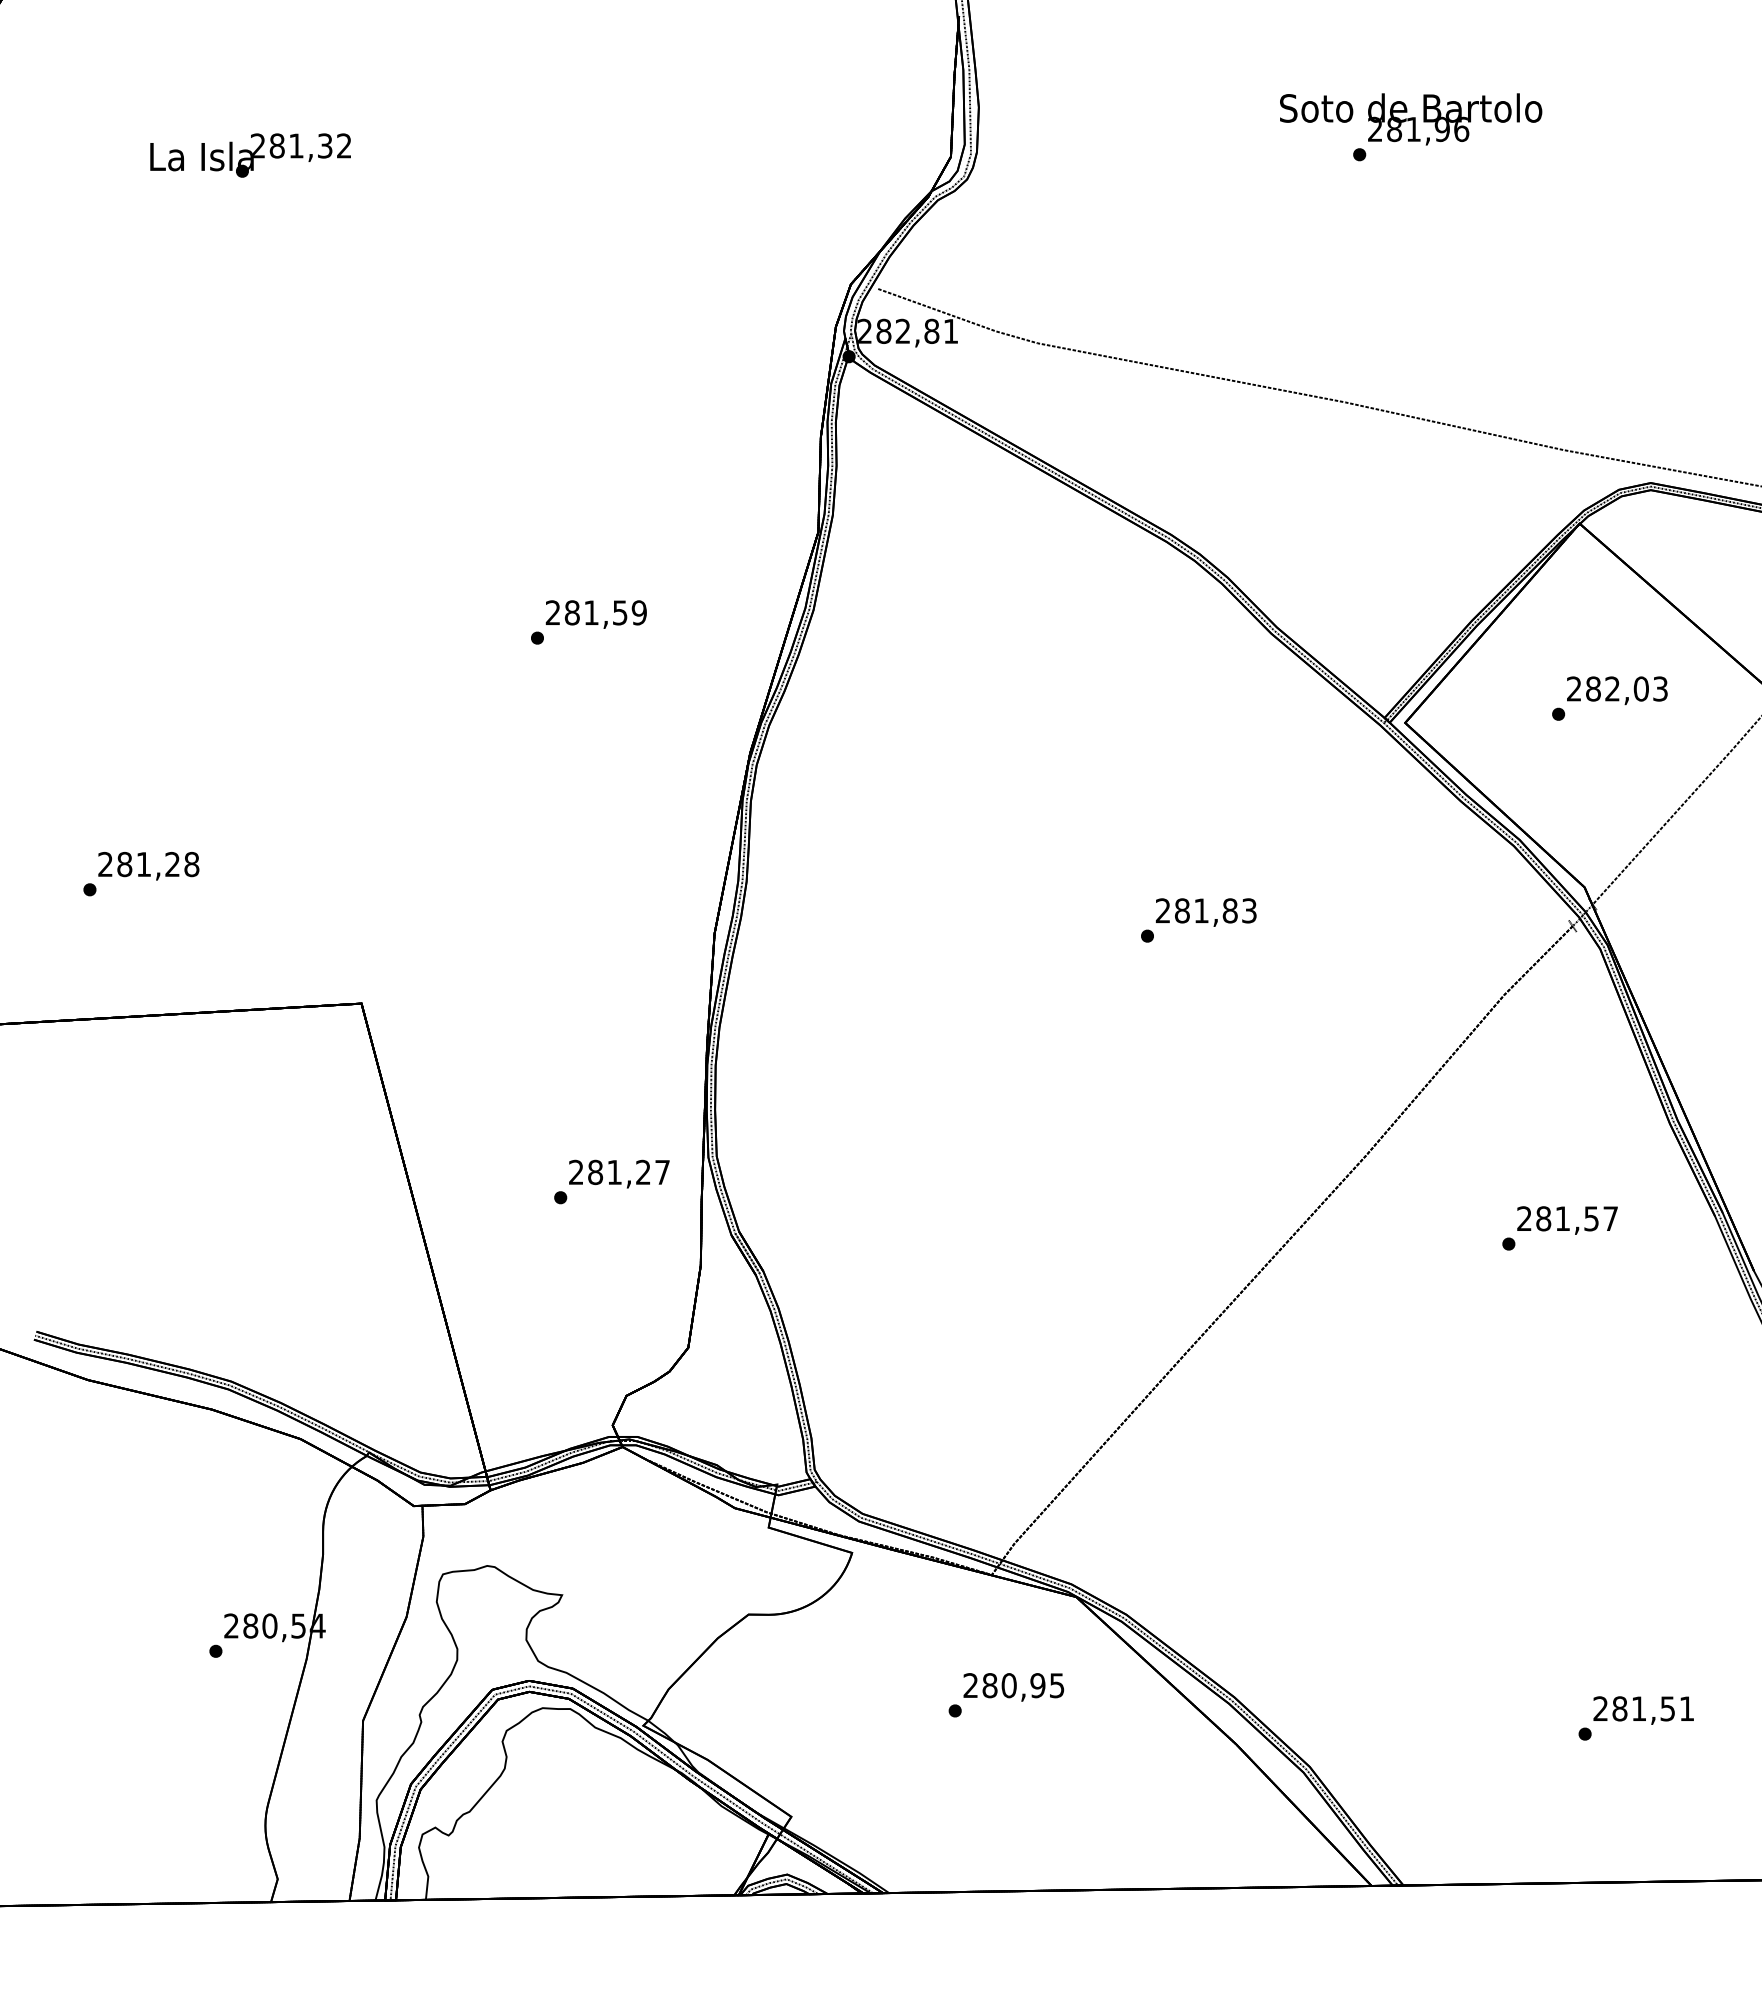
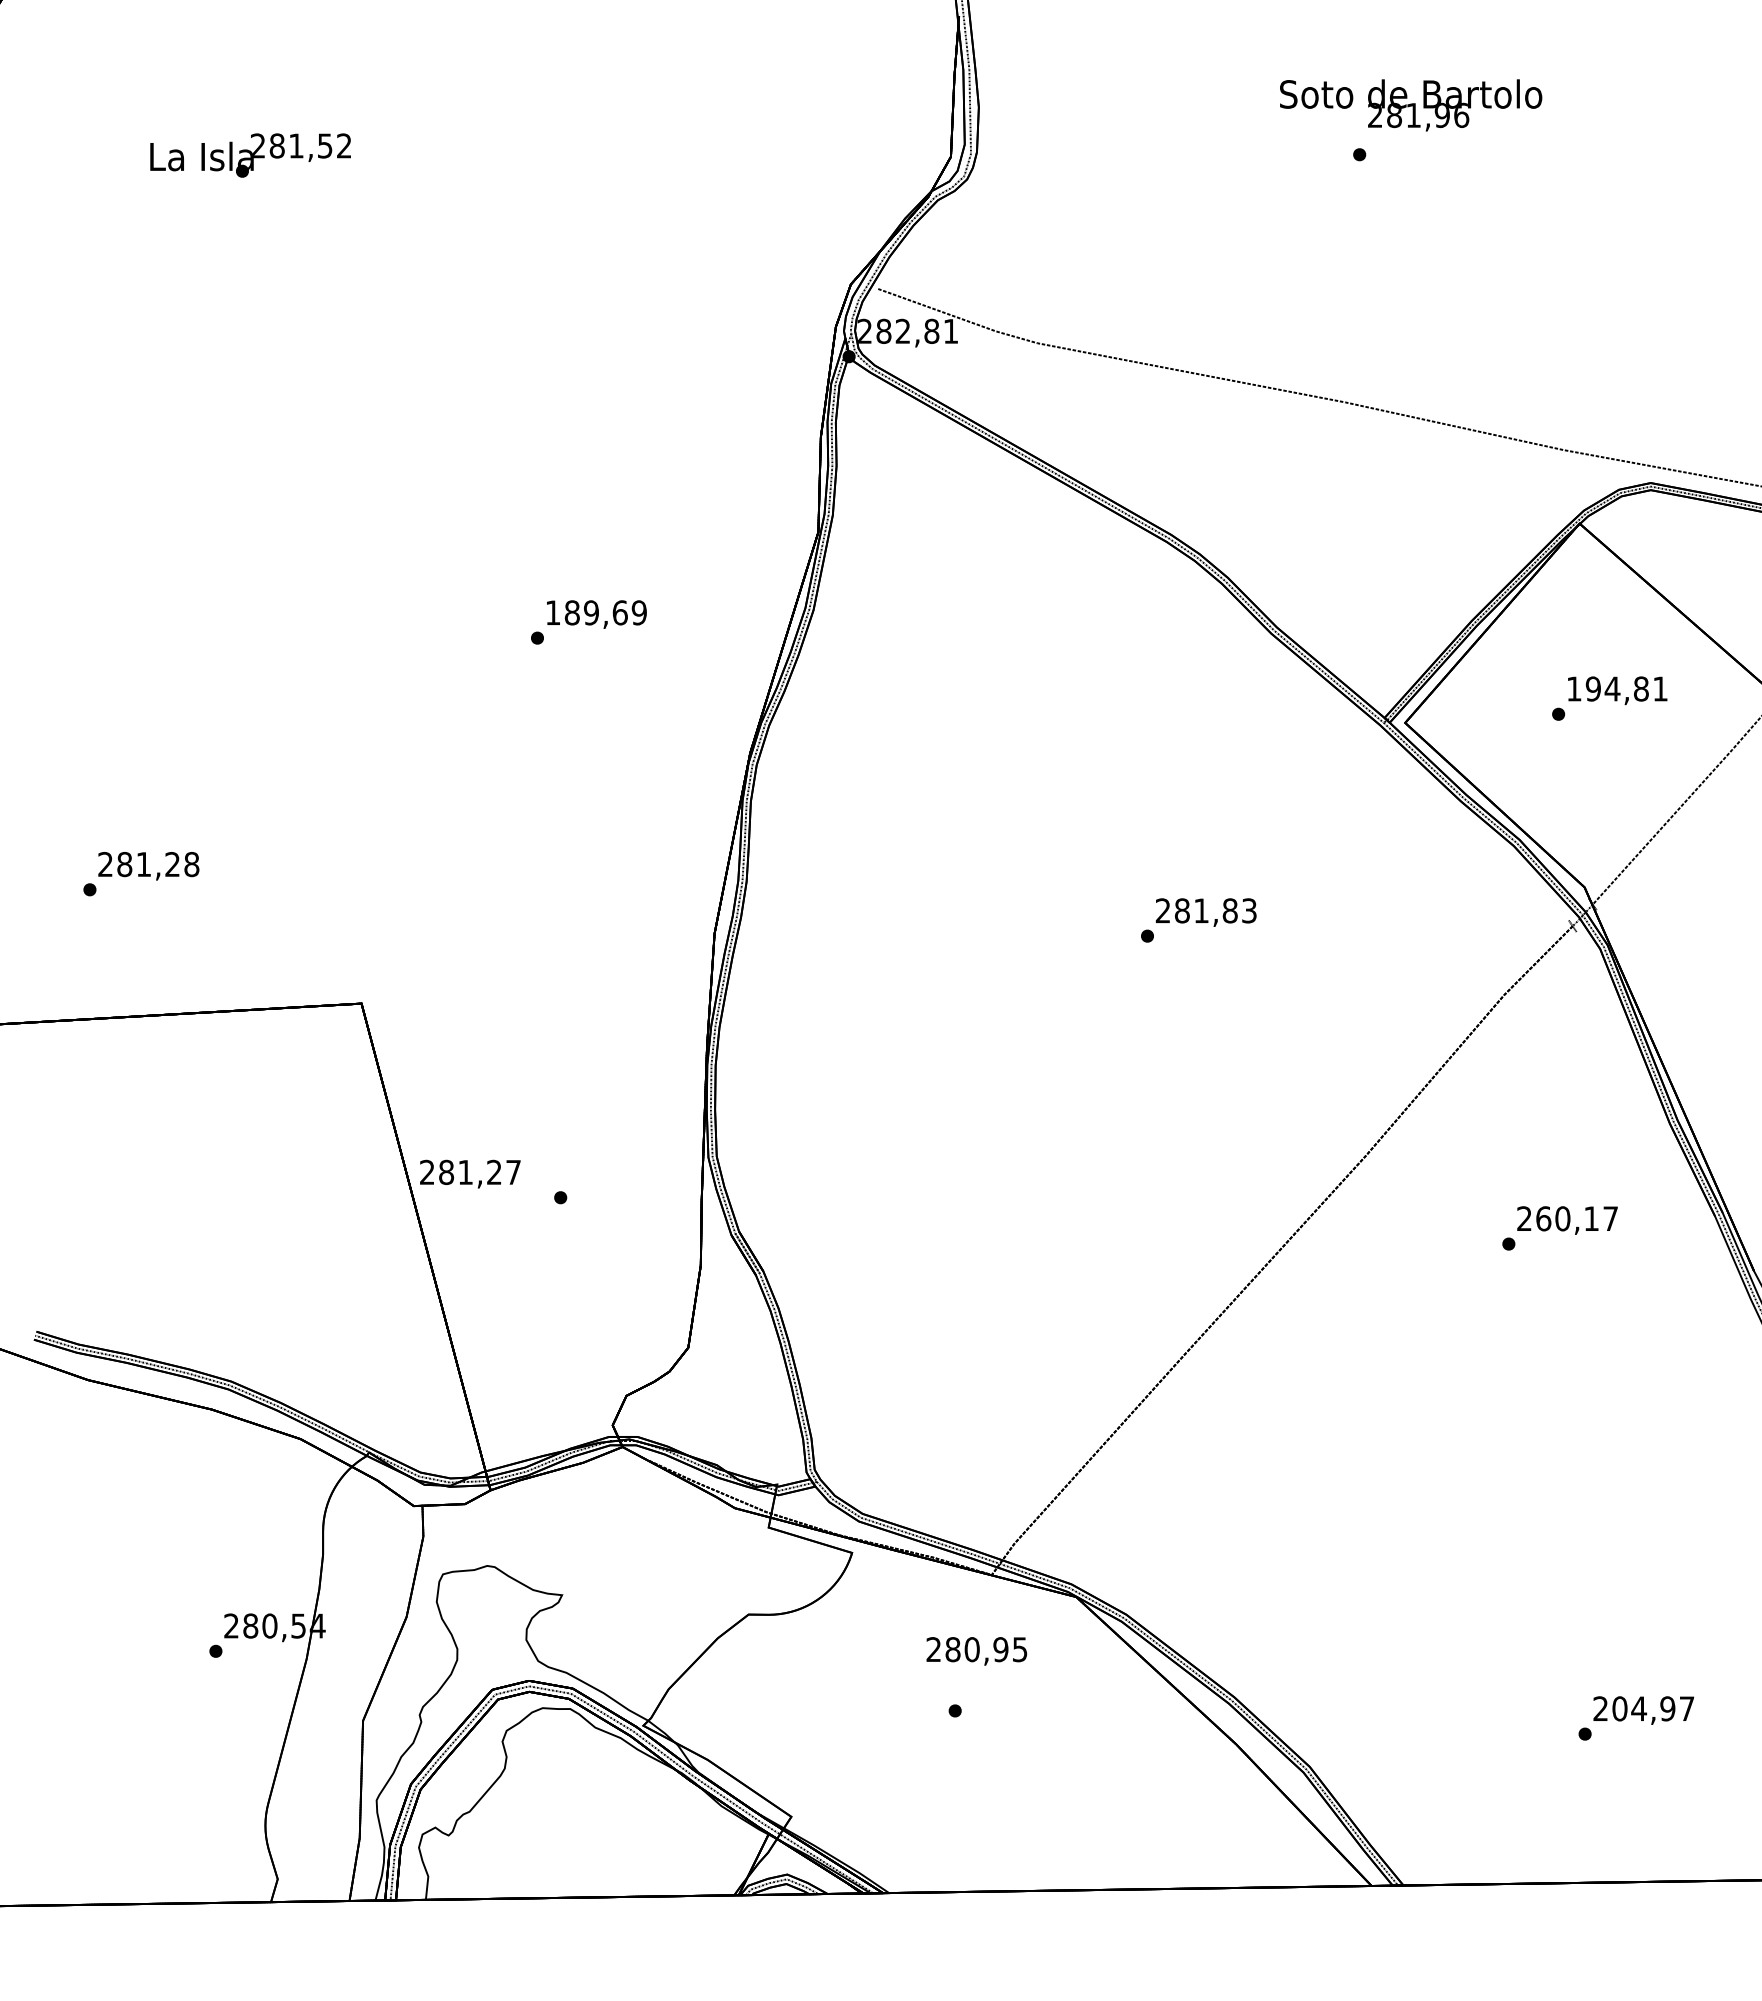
text at (1411, 119) position: (1411, 119) -> (1411, 105)
text at (325, 145): 281,32 -> 281,52
text at (586, 612): 281,59 -> 189,69
text at (1617, 688): 282,03 -> 194,81
text at (619, 1173) position: (619, 1173) -> (470, 1173)
text at (1567, 1218): 281,57 -> 260,17
text at (1013, 1687) position: (1013, 1687) -> (976, 1651)
text at (1653, 1708): 281,51 -> 204,97
